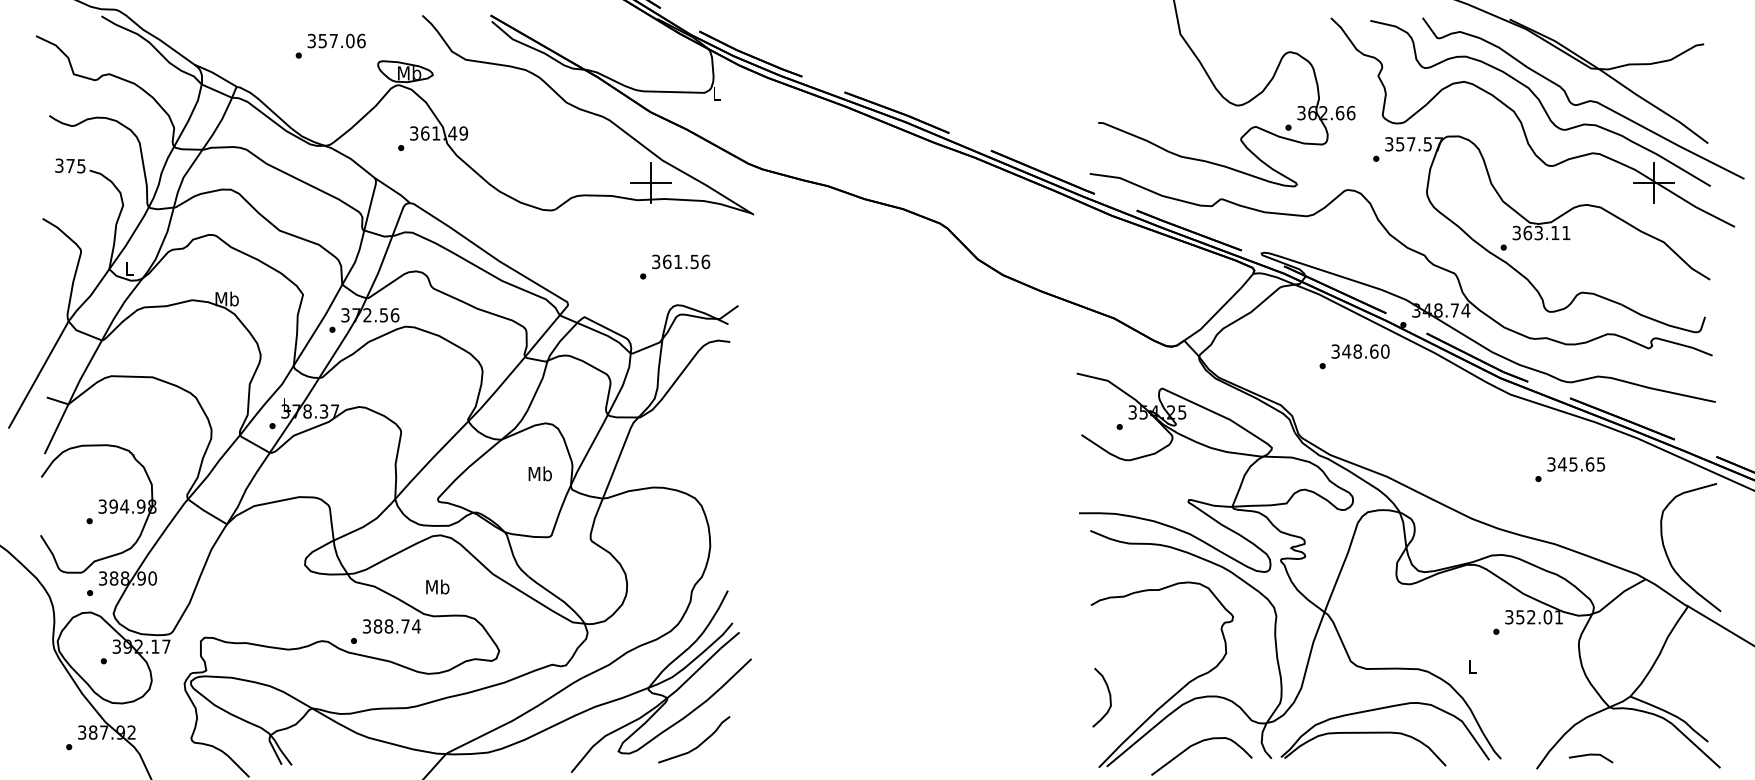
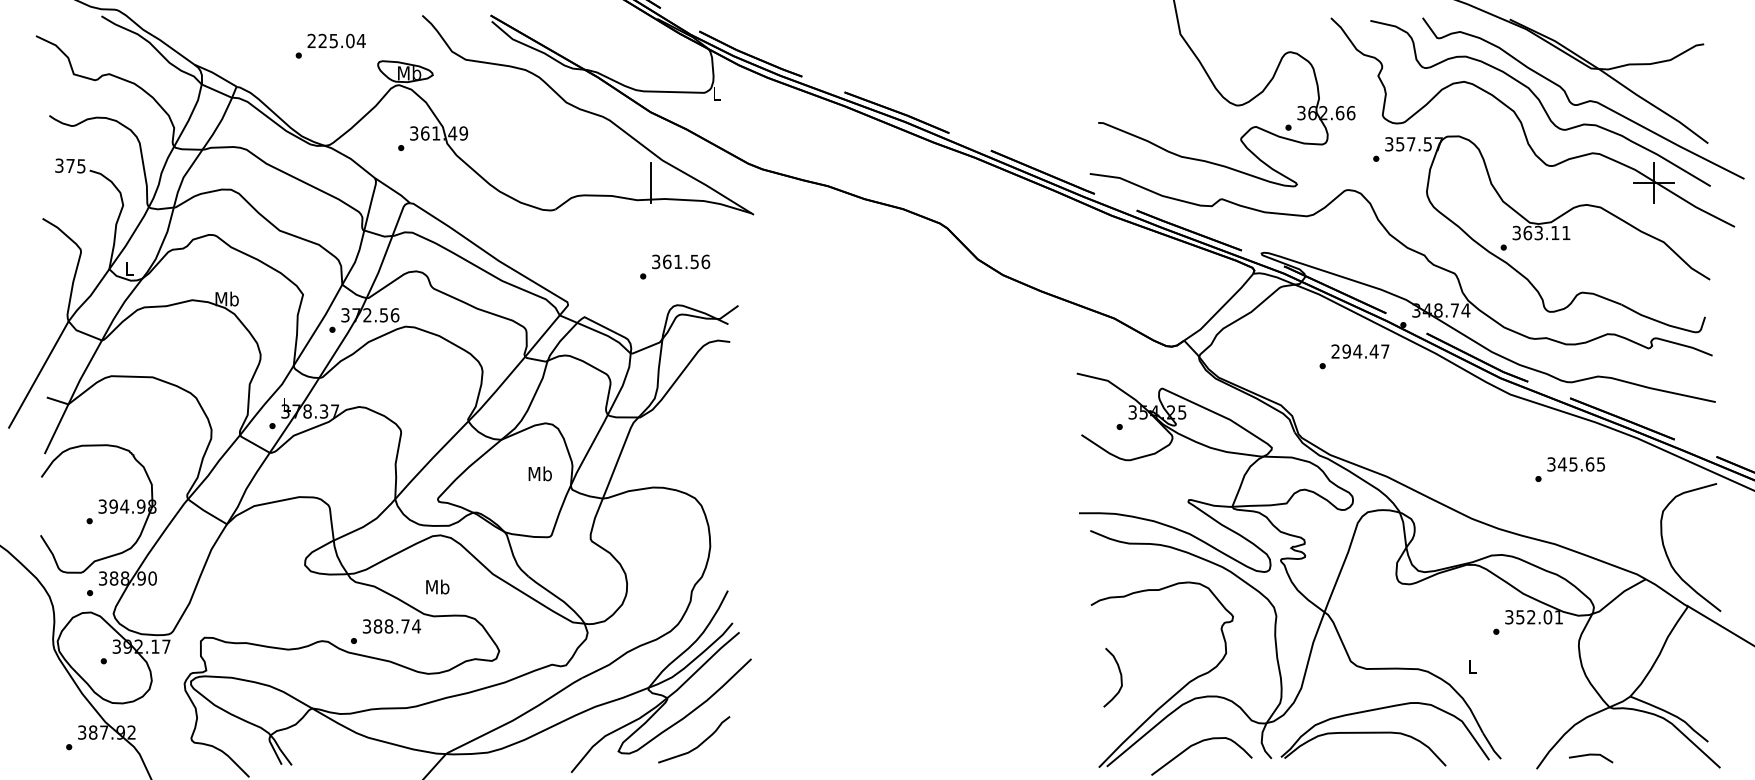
text at (336, 40): 357.06 -> 225.04
line at (650, 183): present -> none
text at (1360, 351): 348.60 -> 294.47
curve at (1109, 697) position: (1109, 697) -> (1120, 677)
